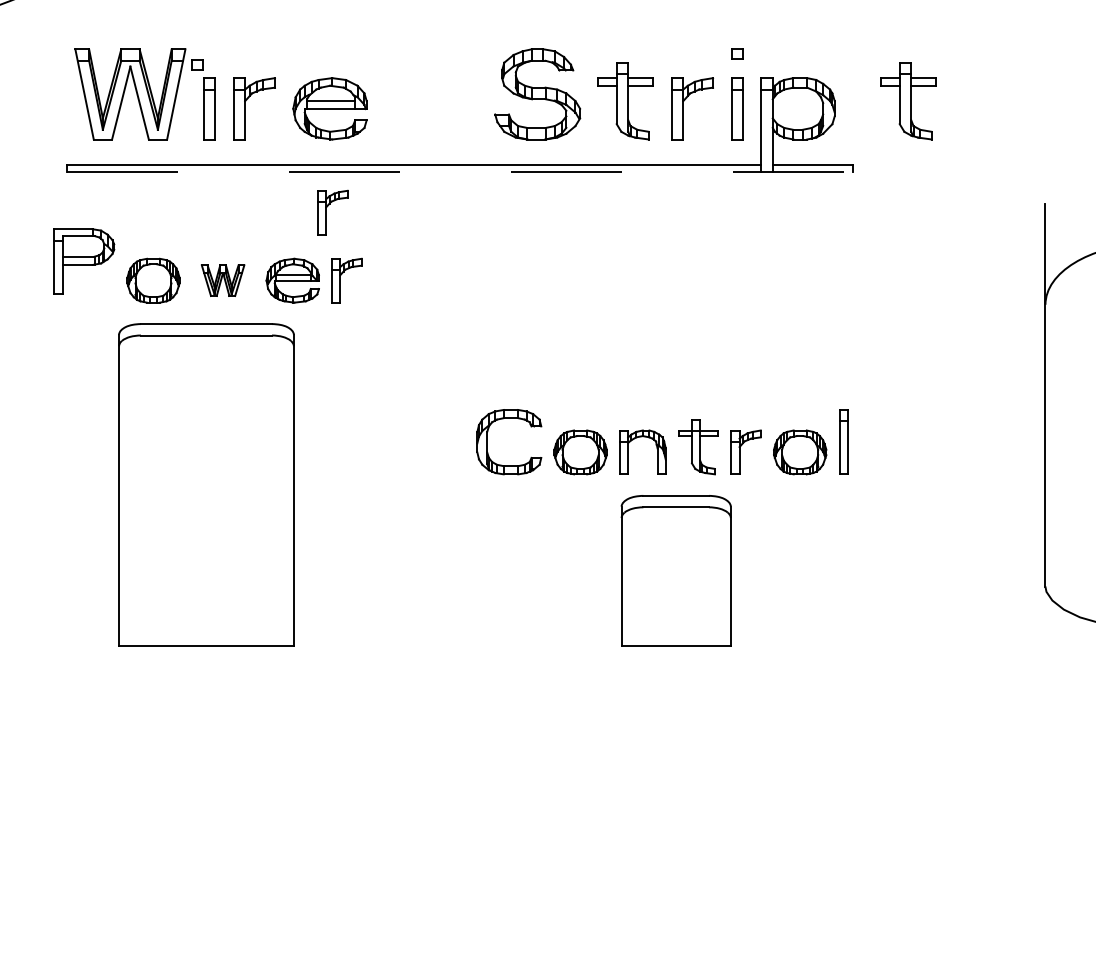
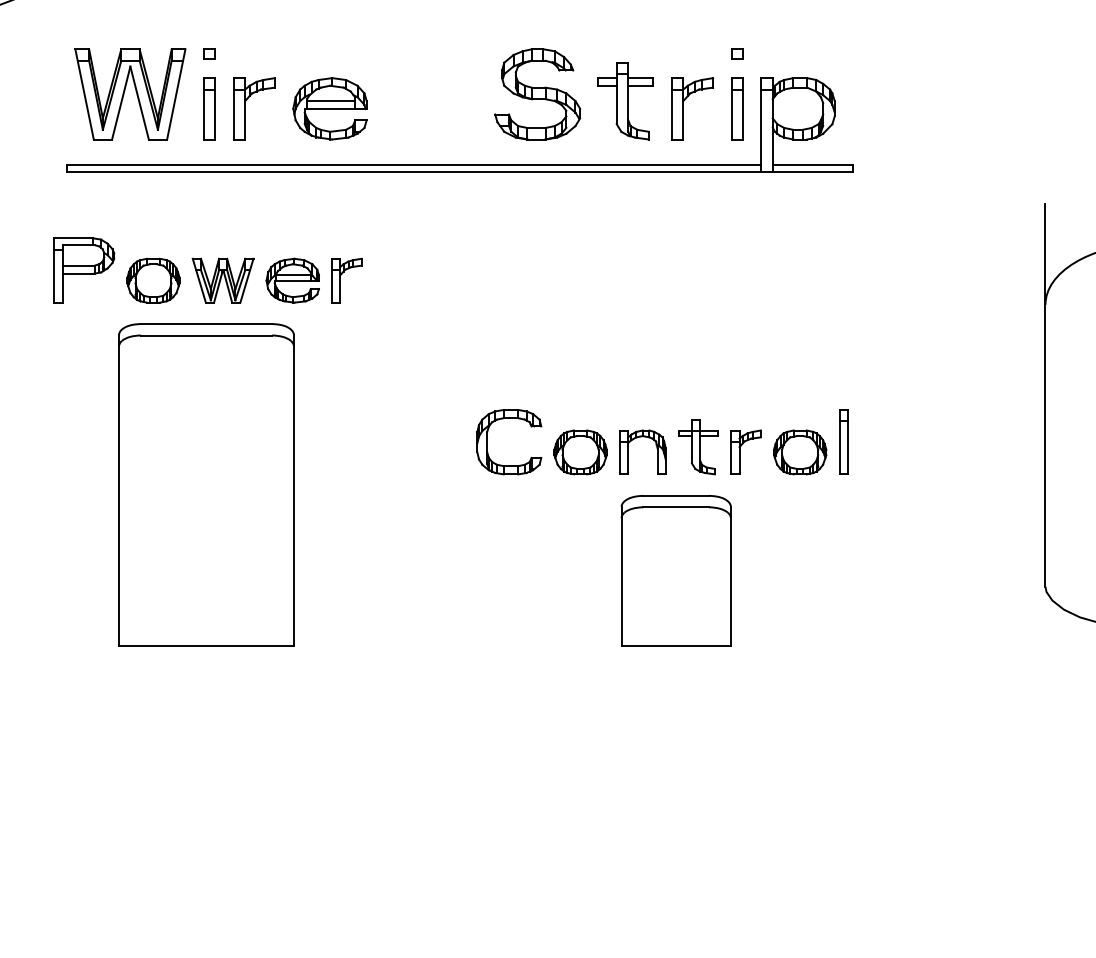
part at (197, 64) position: (197, 64) -> (209, 53)
part at (908, 101): present -> none
line at (460, 171): dashed -> solid
part at (332, 212): present -> none
part at (84, 261) position: (84, 261) -> (84, 270)
part at (223, 280) size: 45x33 px -> 64x47 px
